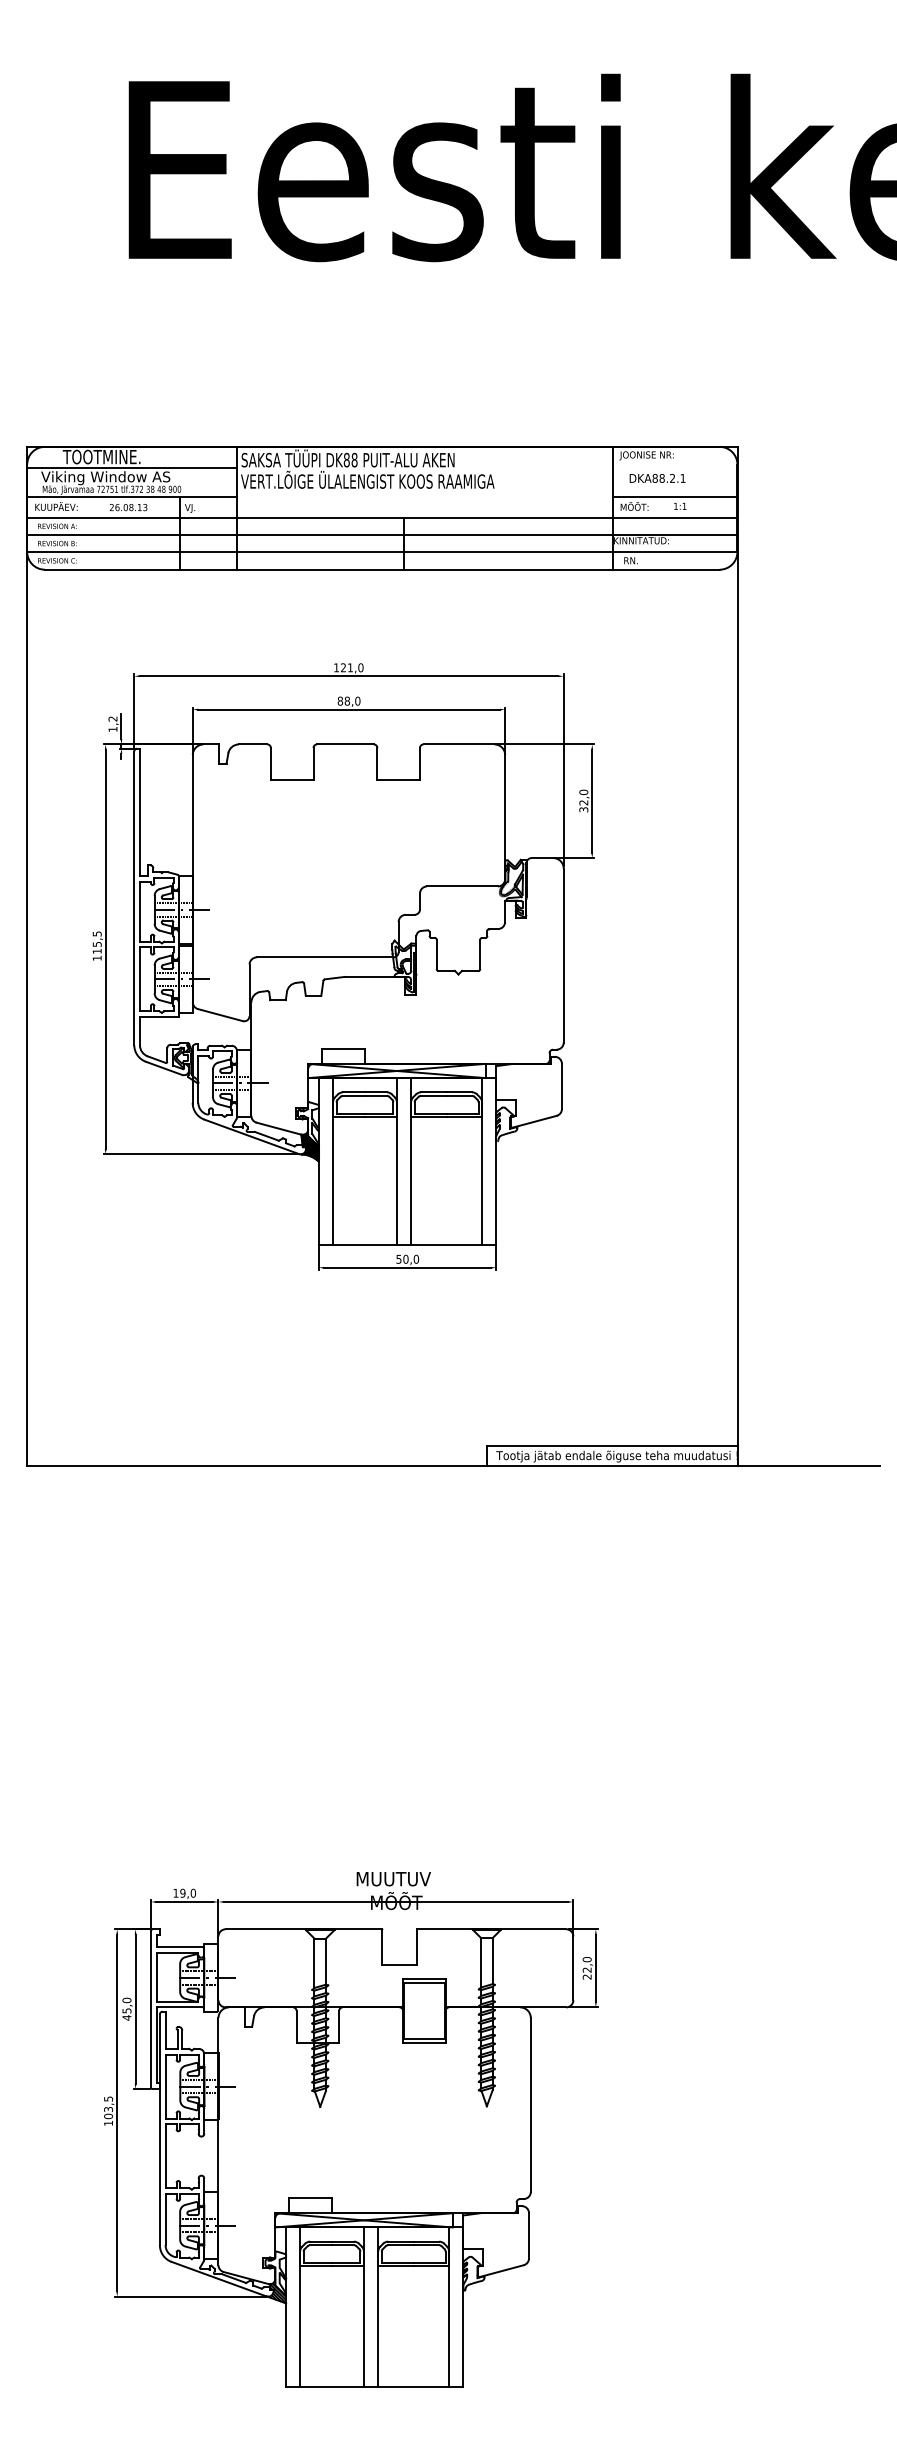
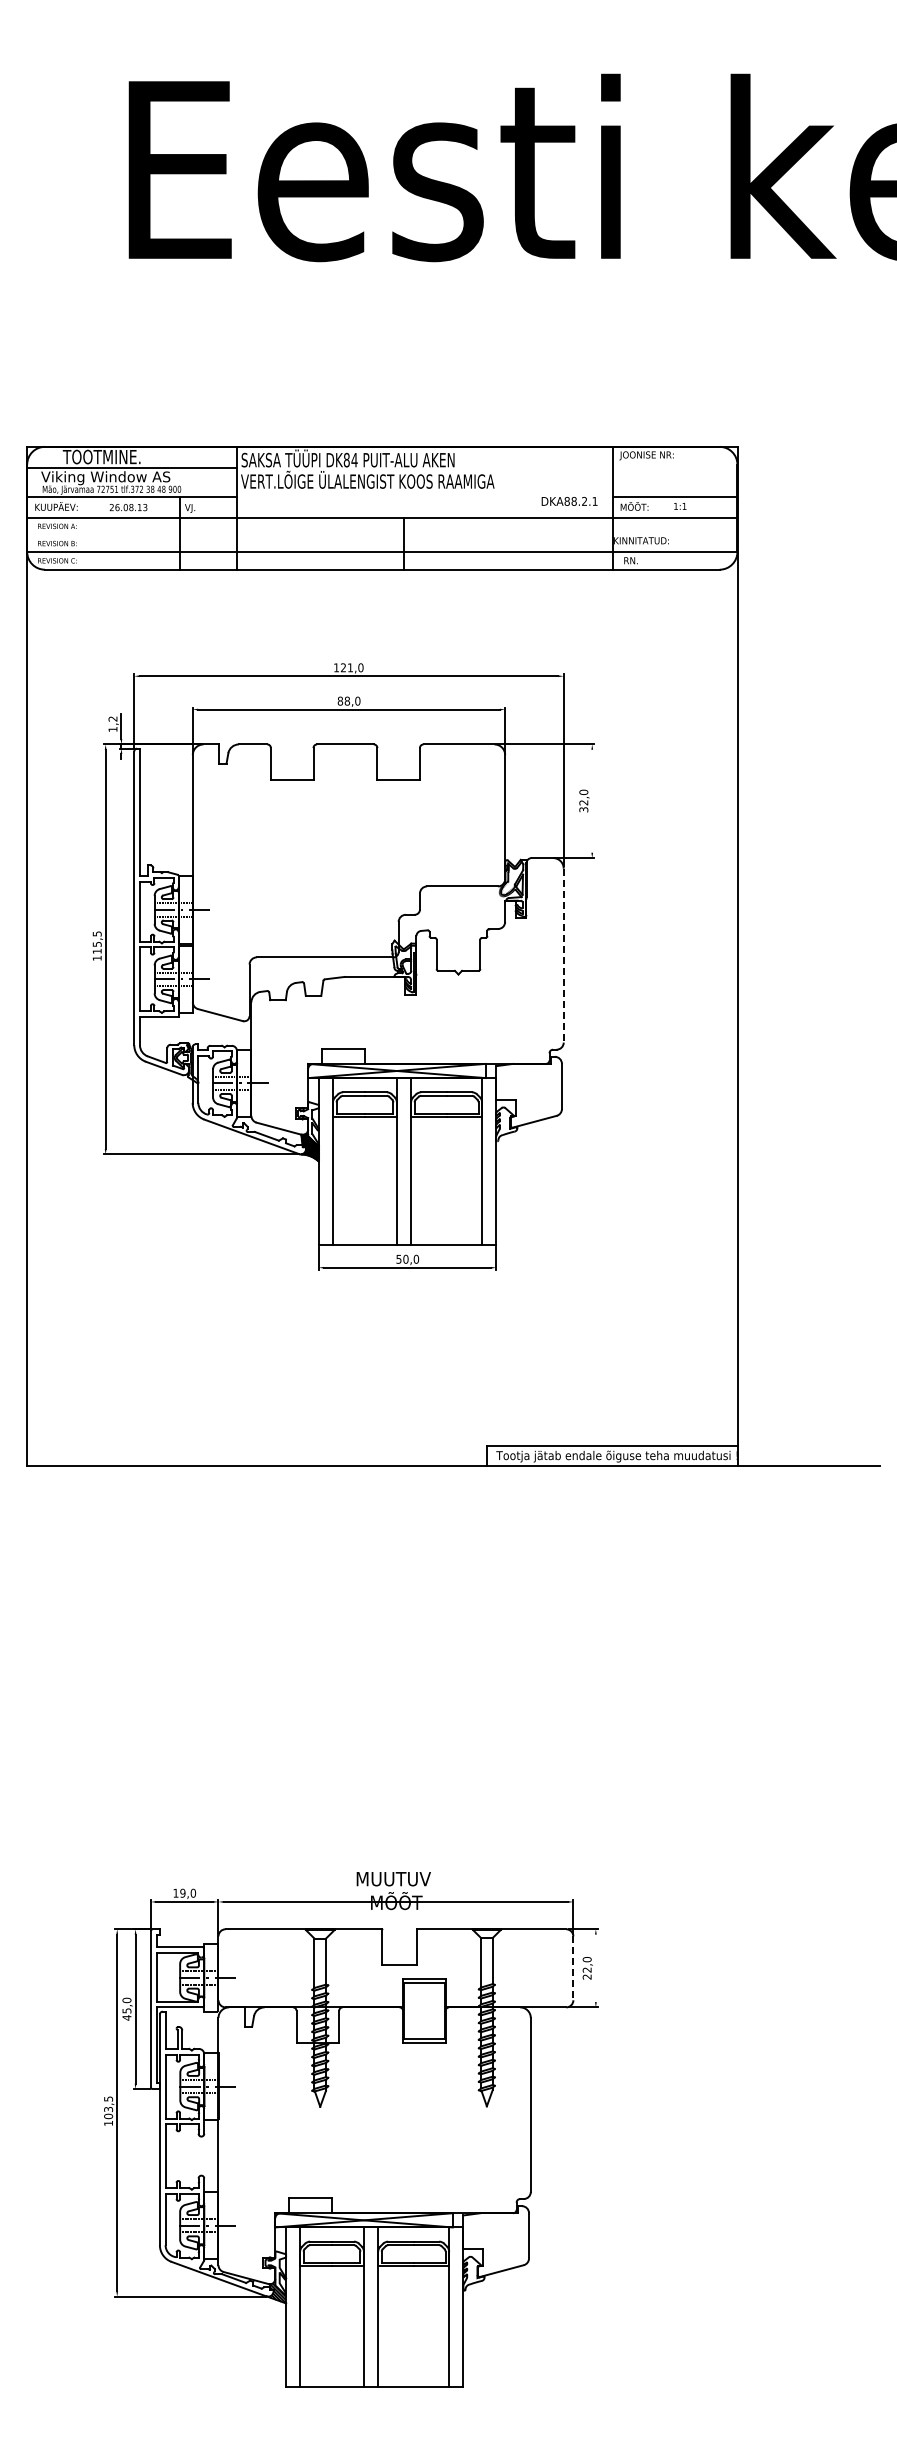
text at (354, 459): DK88 -> DK84
text at (657, 478) position: (657, 478) -> (569, 501)
line at (382, 535): present -> none
line at (592, 800): present -> none
line at (563, 955): solid -> dashed
line at (573, 1968): solid -> dashed
line at (595, 1968): present -> none
